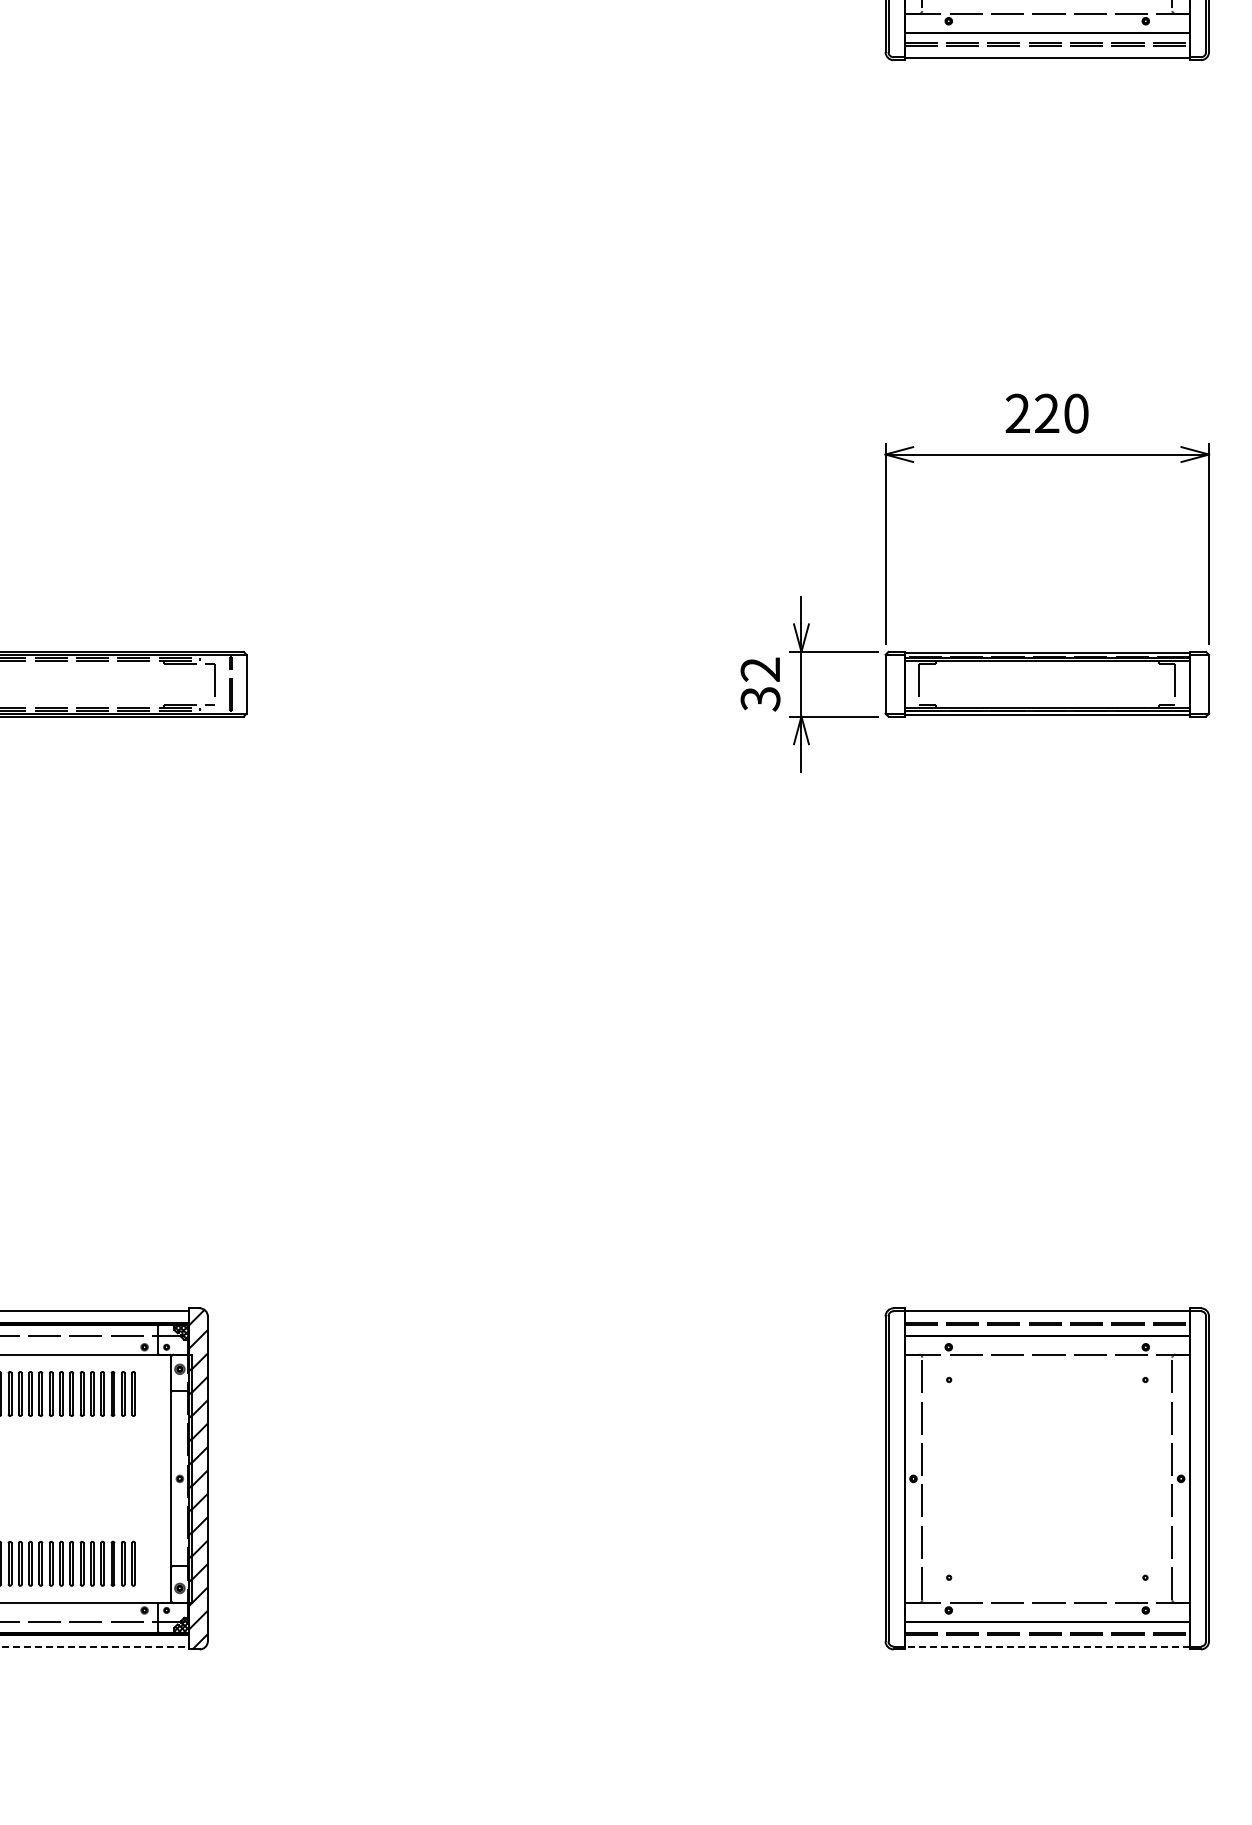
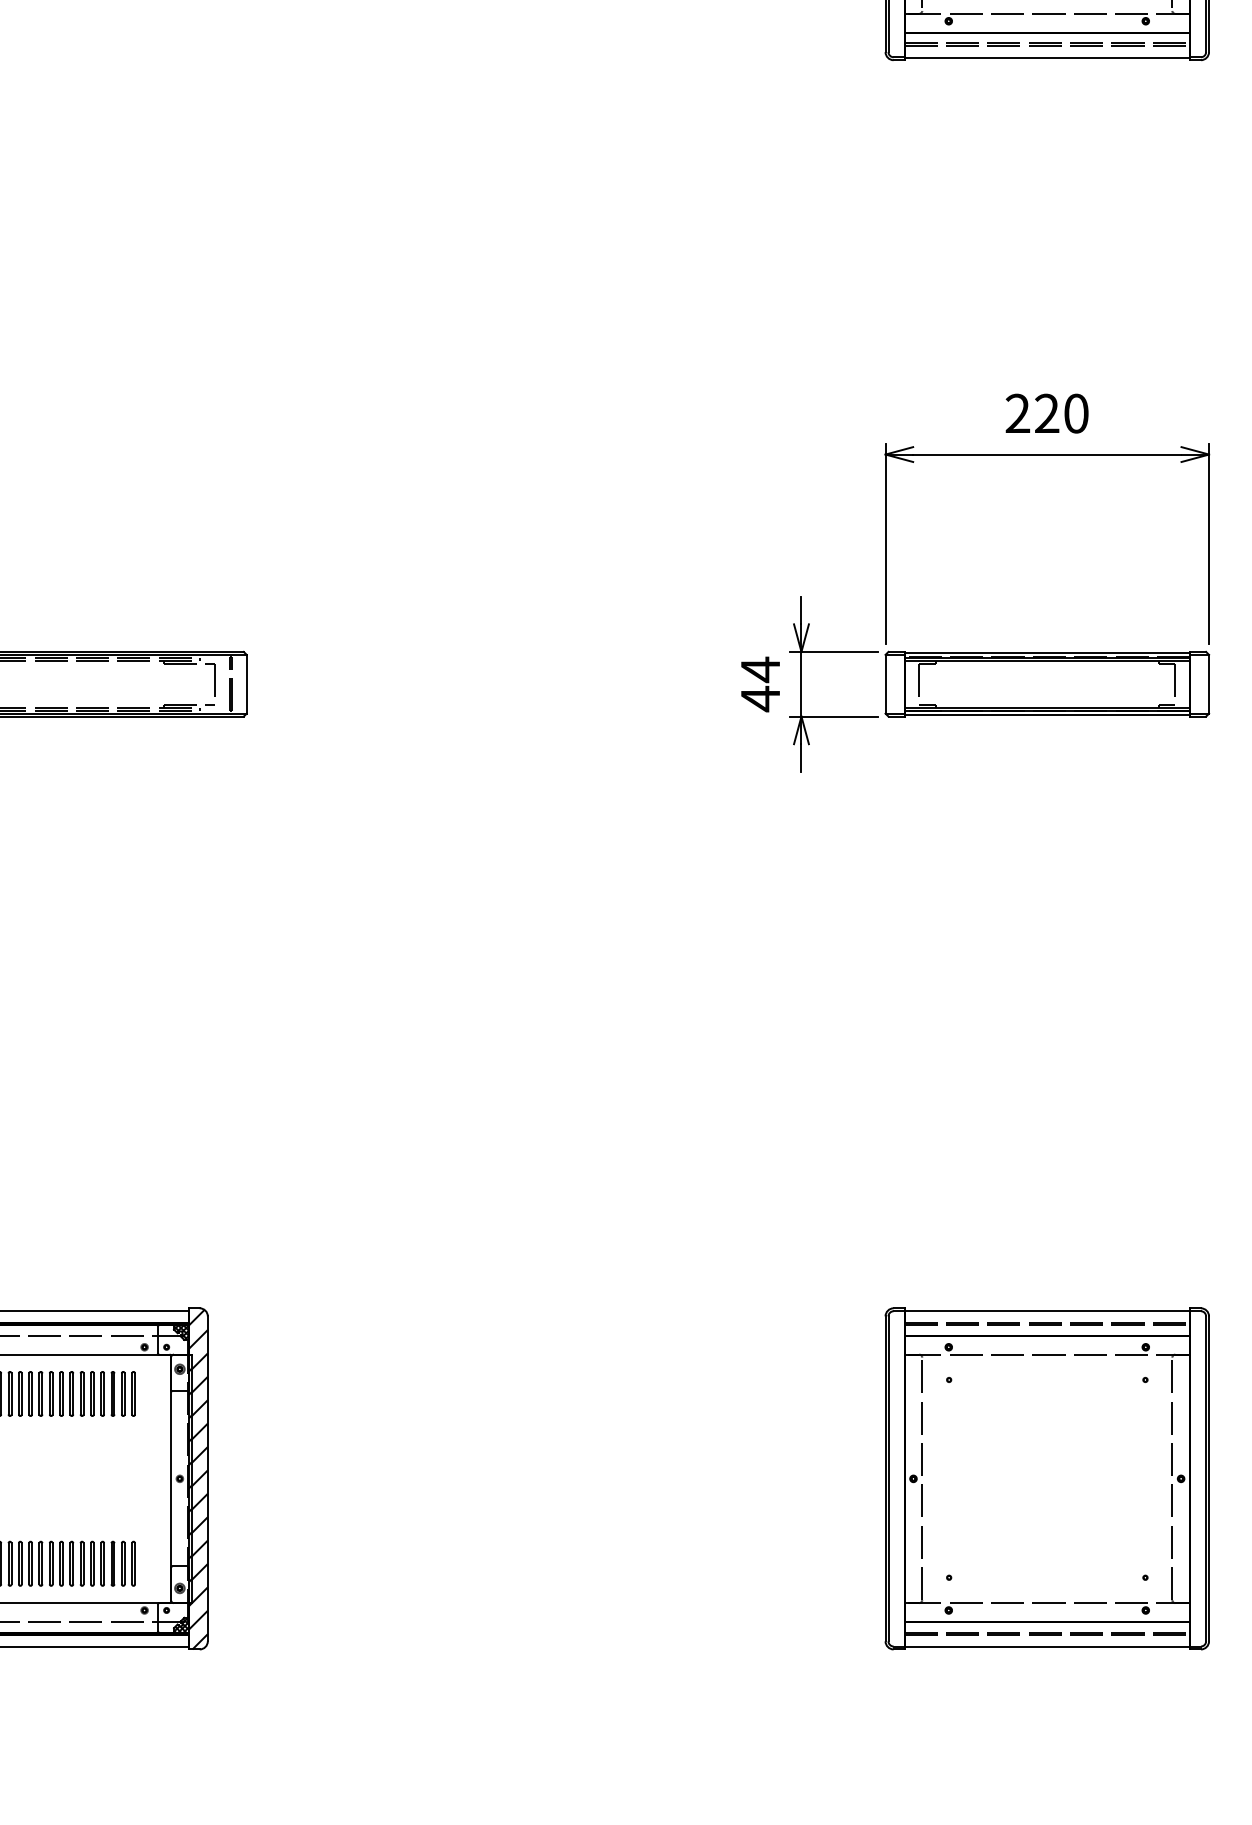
text at (760, 684): 32 -> 44
line at (94, 1647): dashed -> solid
line at (1047, 1647): dashed -> solid
